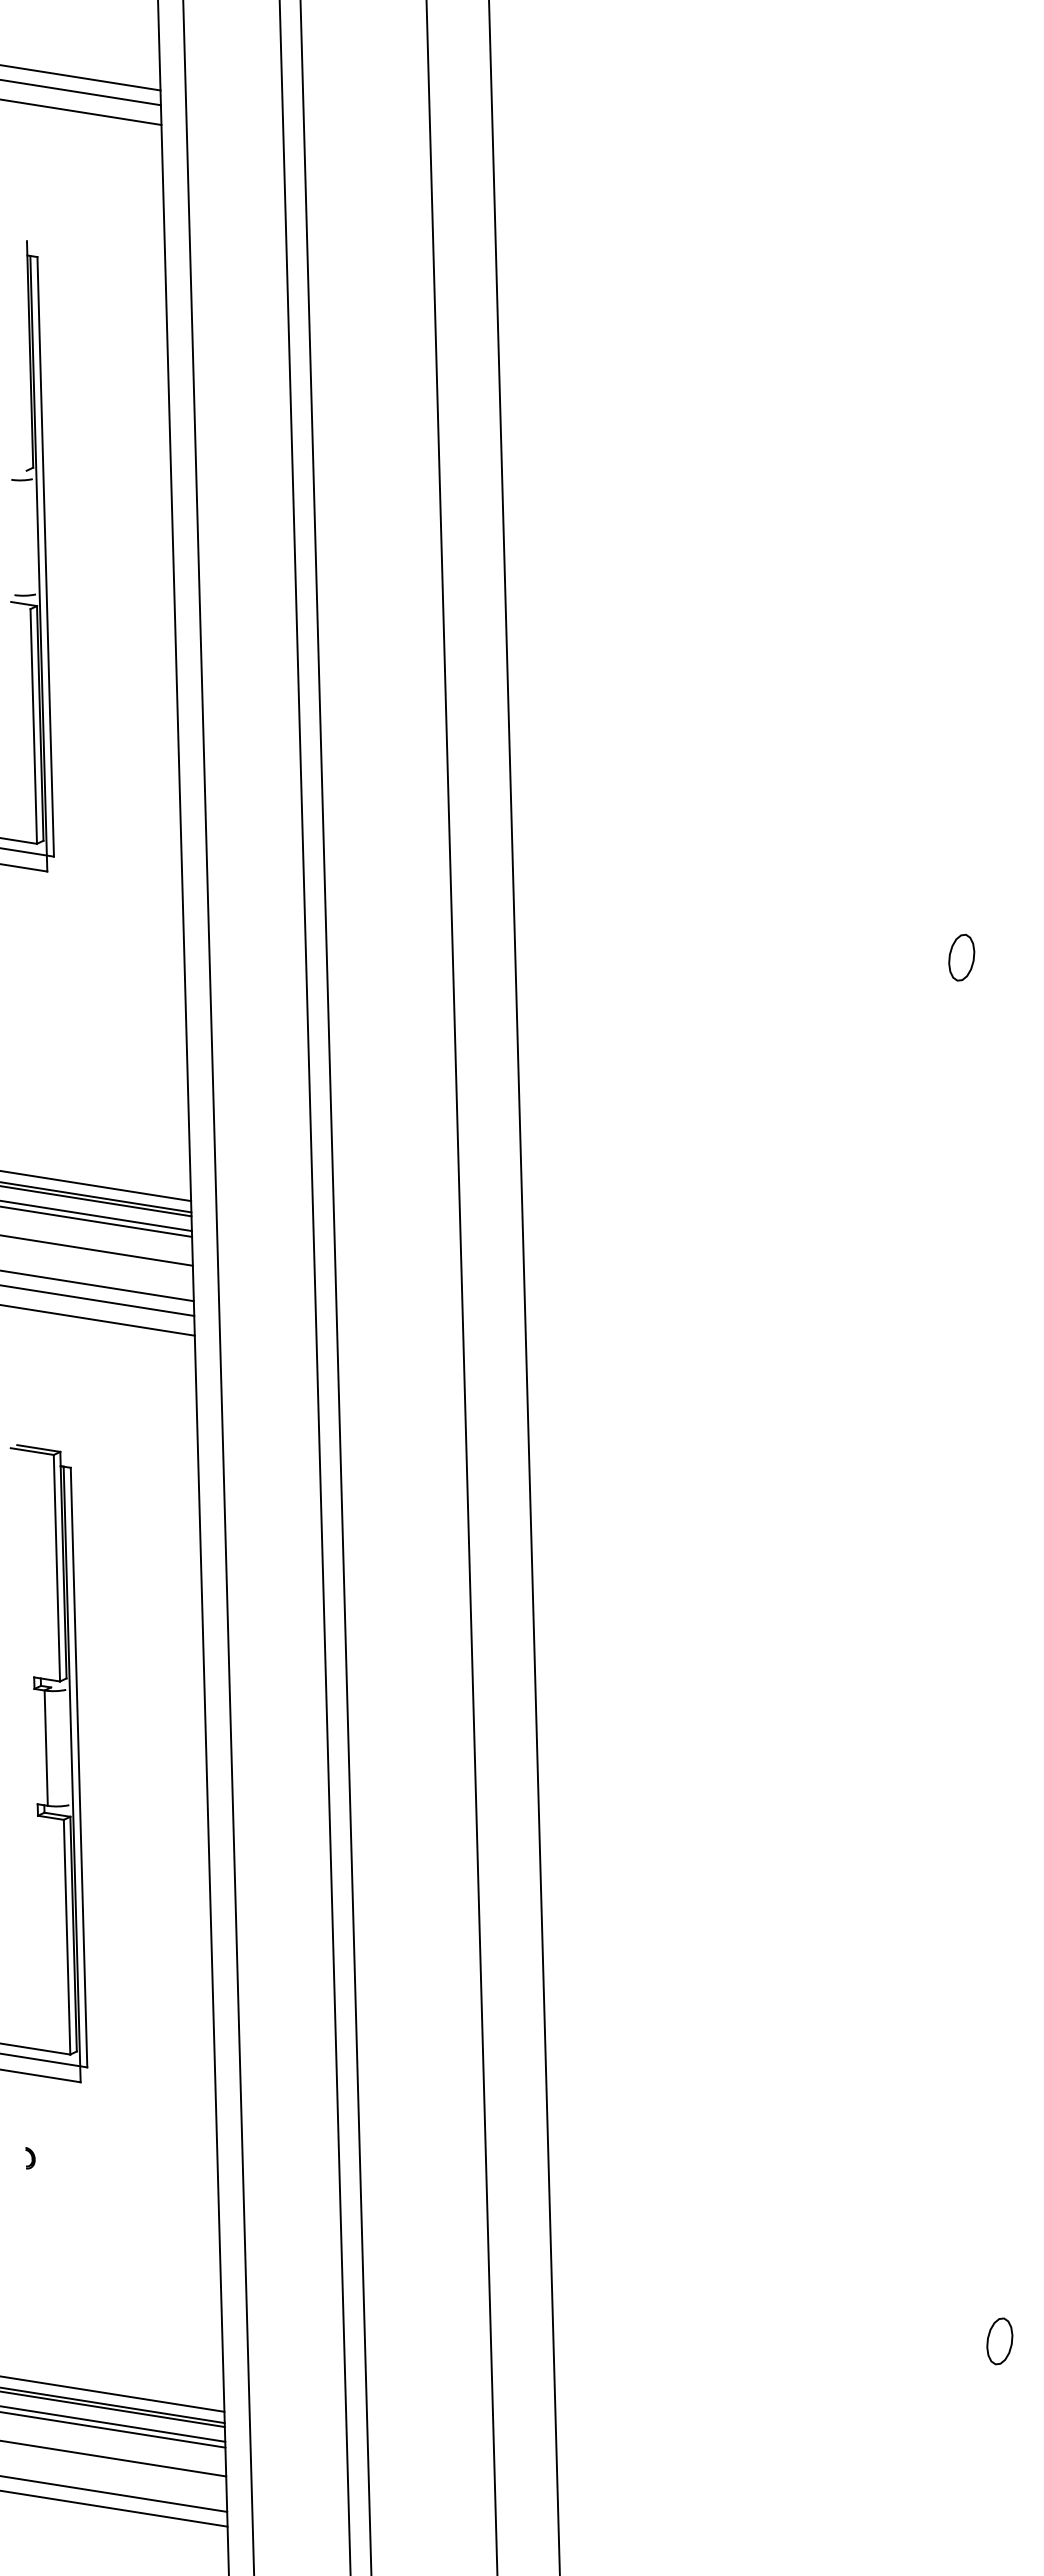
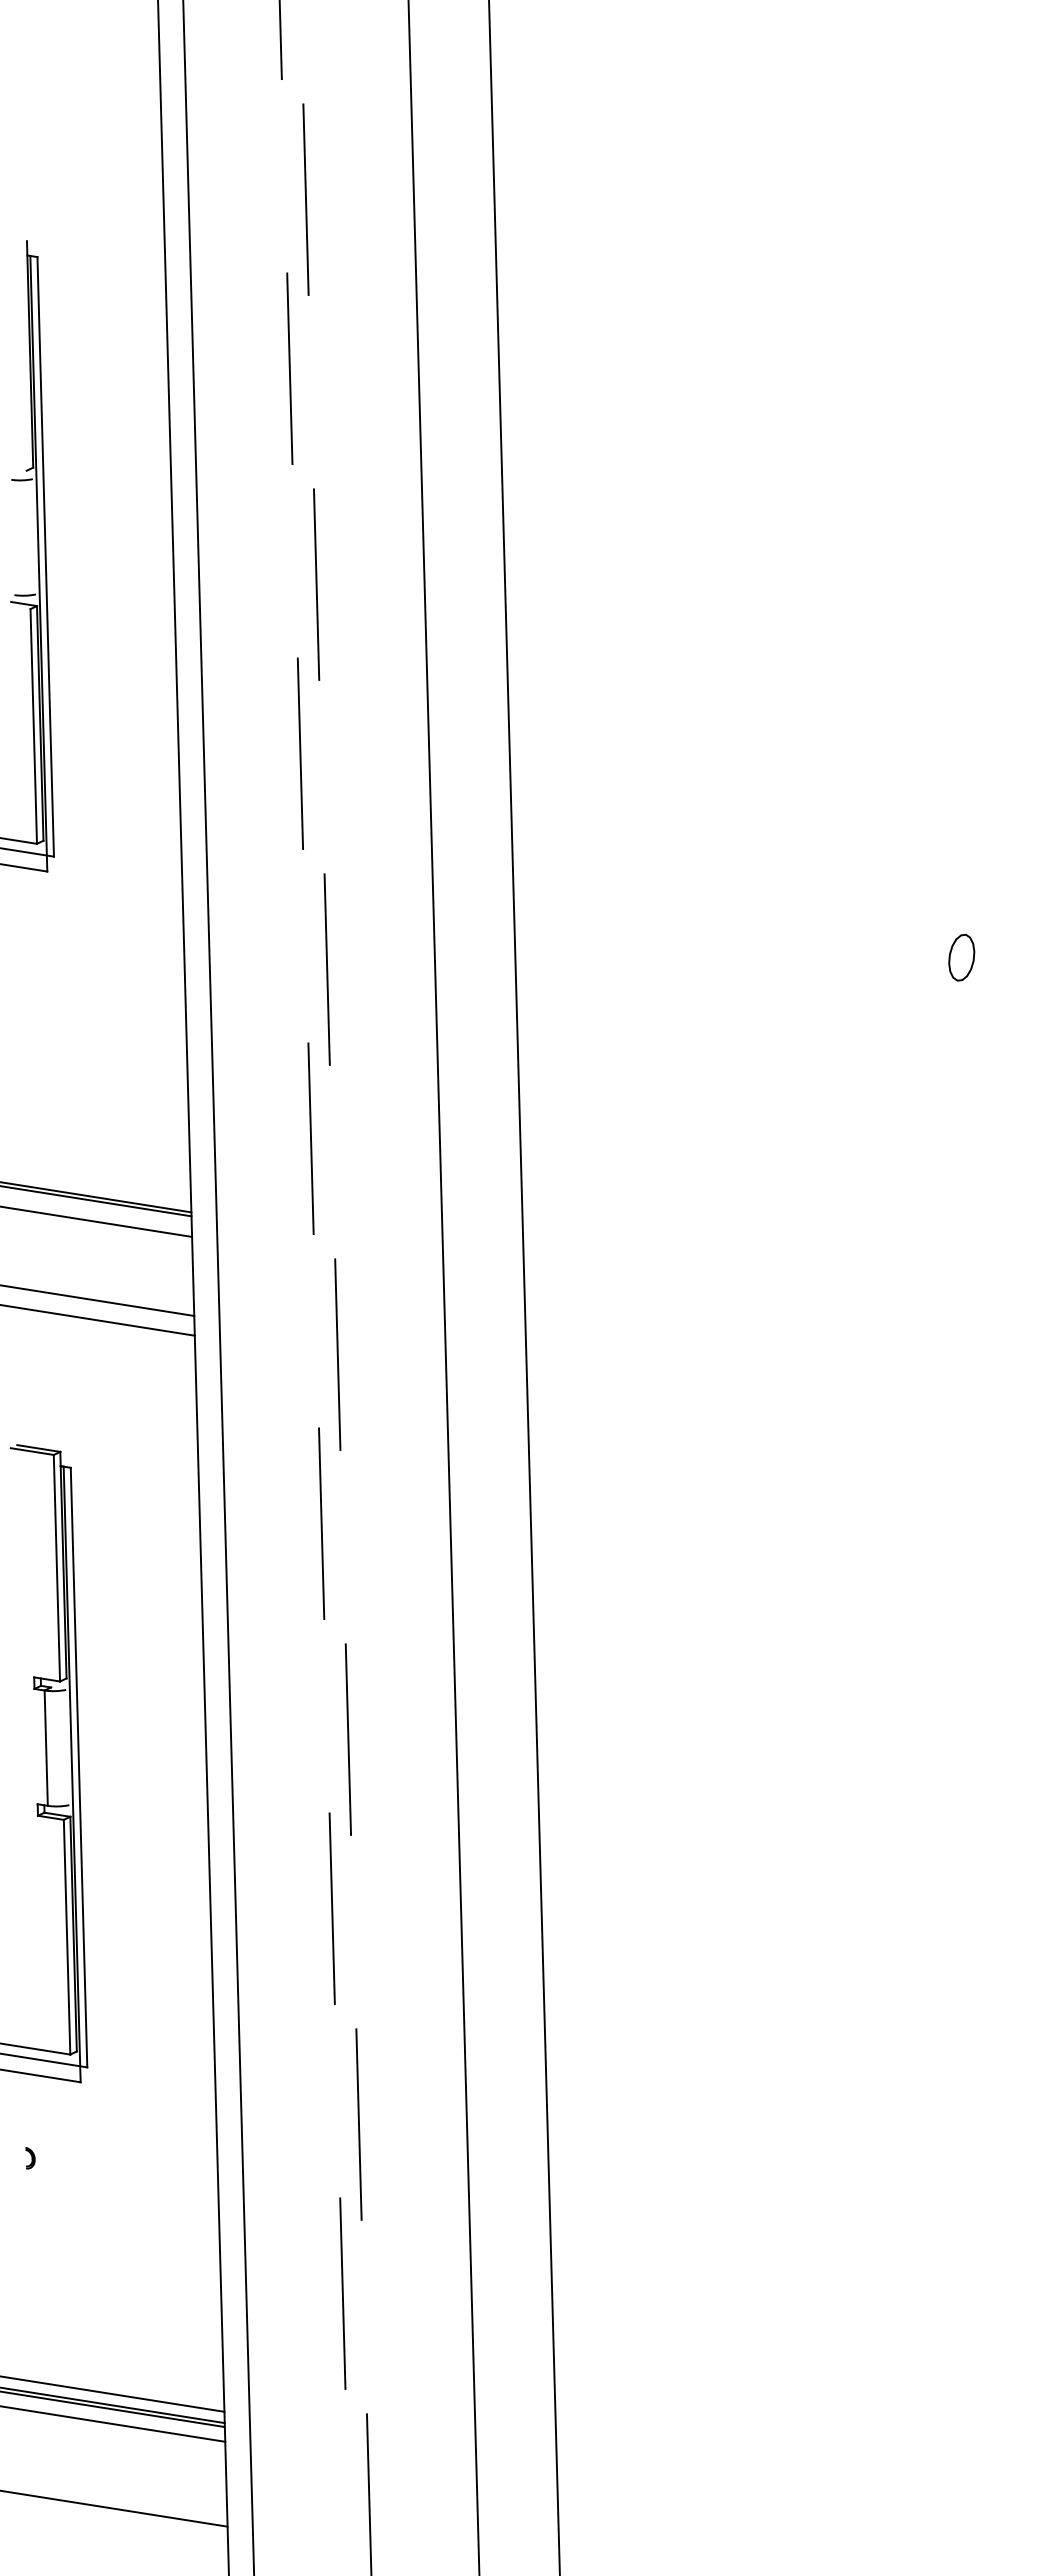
line at (81, 77): present -> none
line at (81, 92): present -> none
line at (81, 111): present -> none
line at (96, 1186): present -> none
line at (96, 1216): present -> none
line at (97, 1250): present -> none
line at (97, 1285): present -> none
line at (461, 1287) position: (461, 1287) -> (443, 1287)
line at (315, 1288): solid -> dashed
line at (335, 1288): solid -> dashed
part at (999, 2341): present -> none
line at (113, 2429): present -> none
line at (114, 2458): present -> none
line at (114, 2493): present -> none
